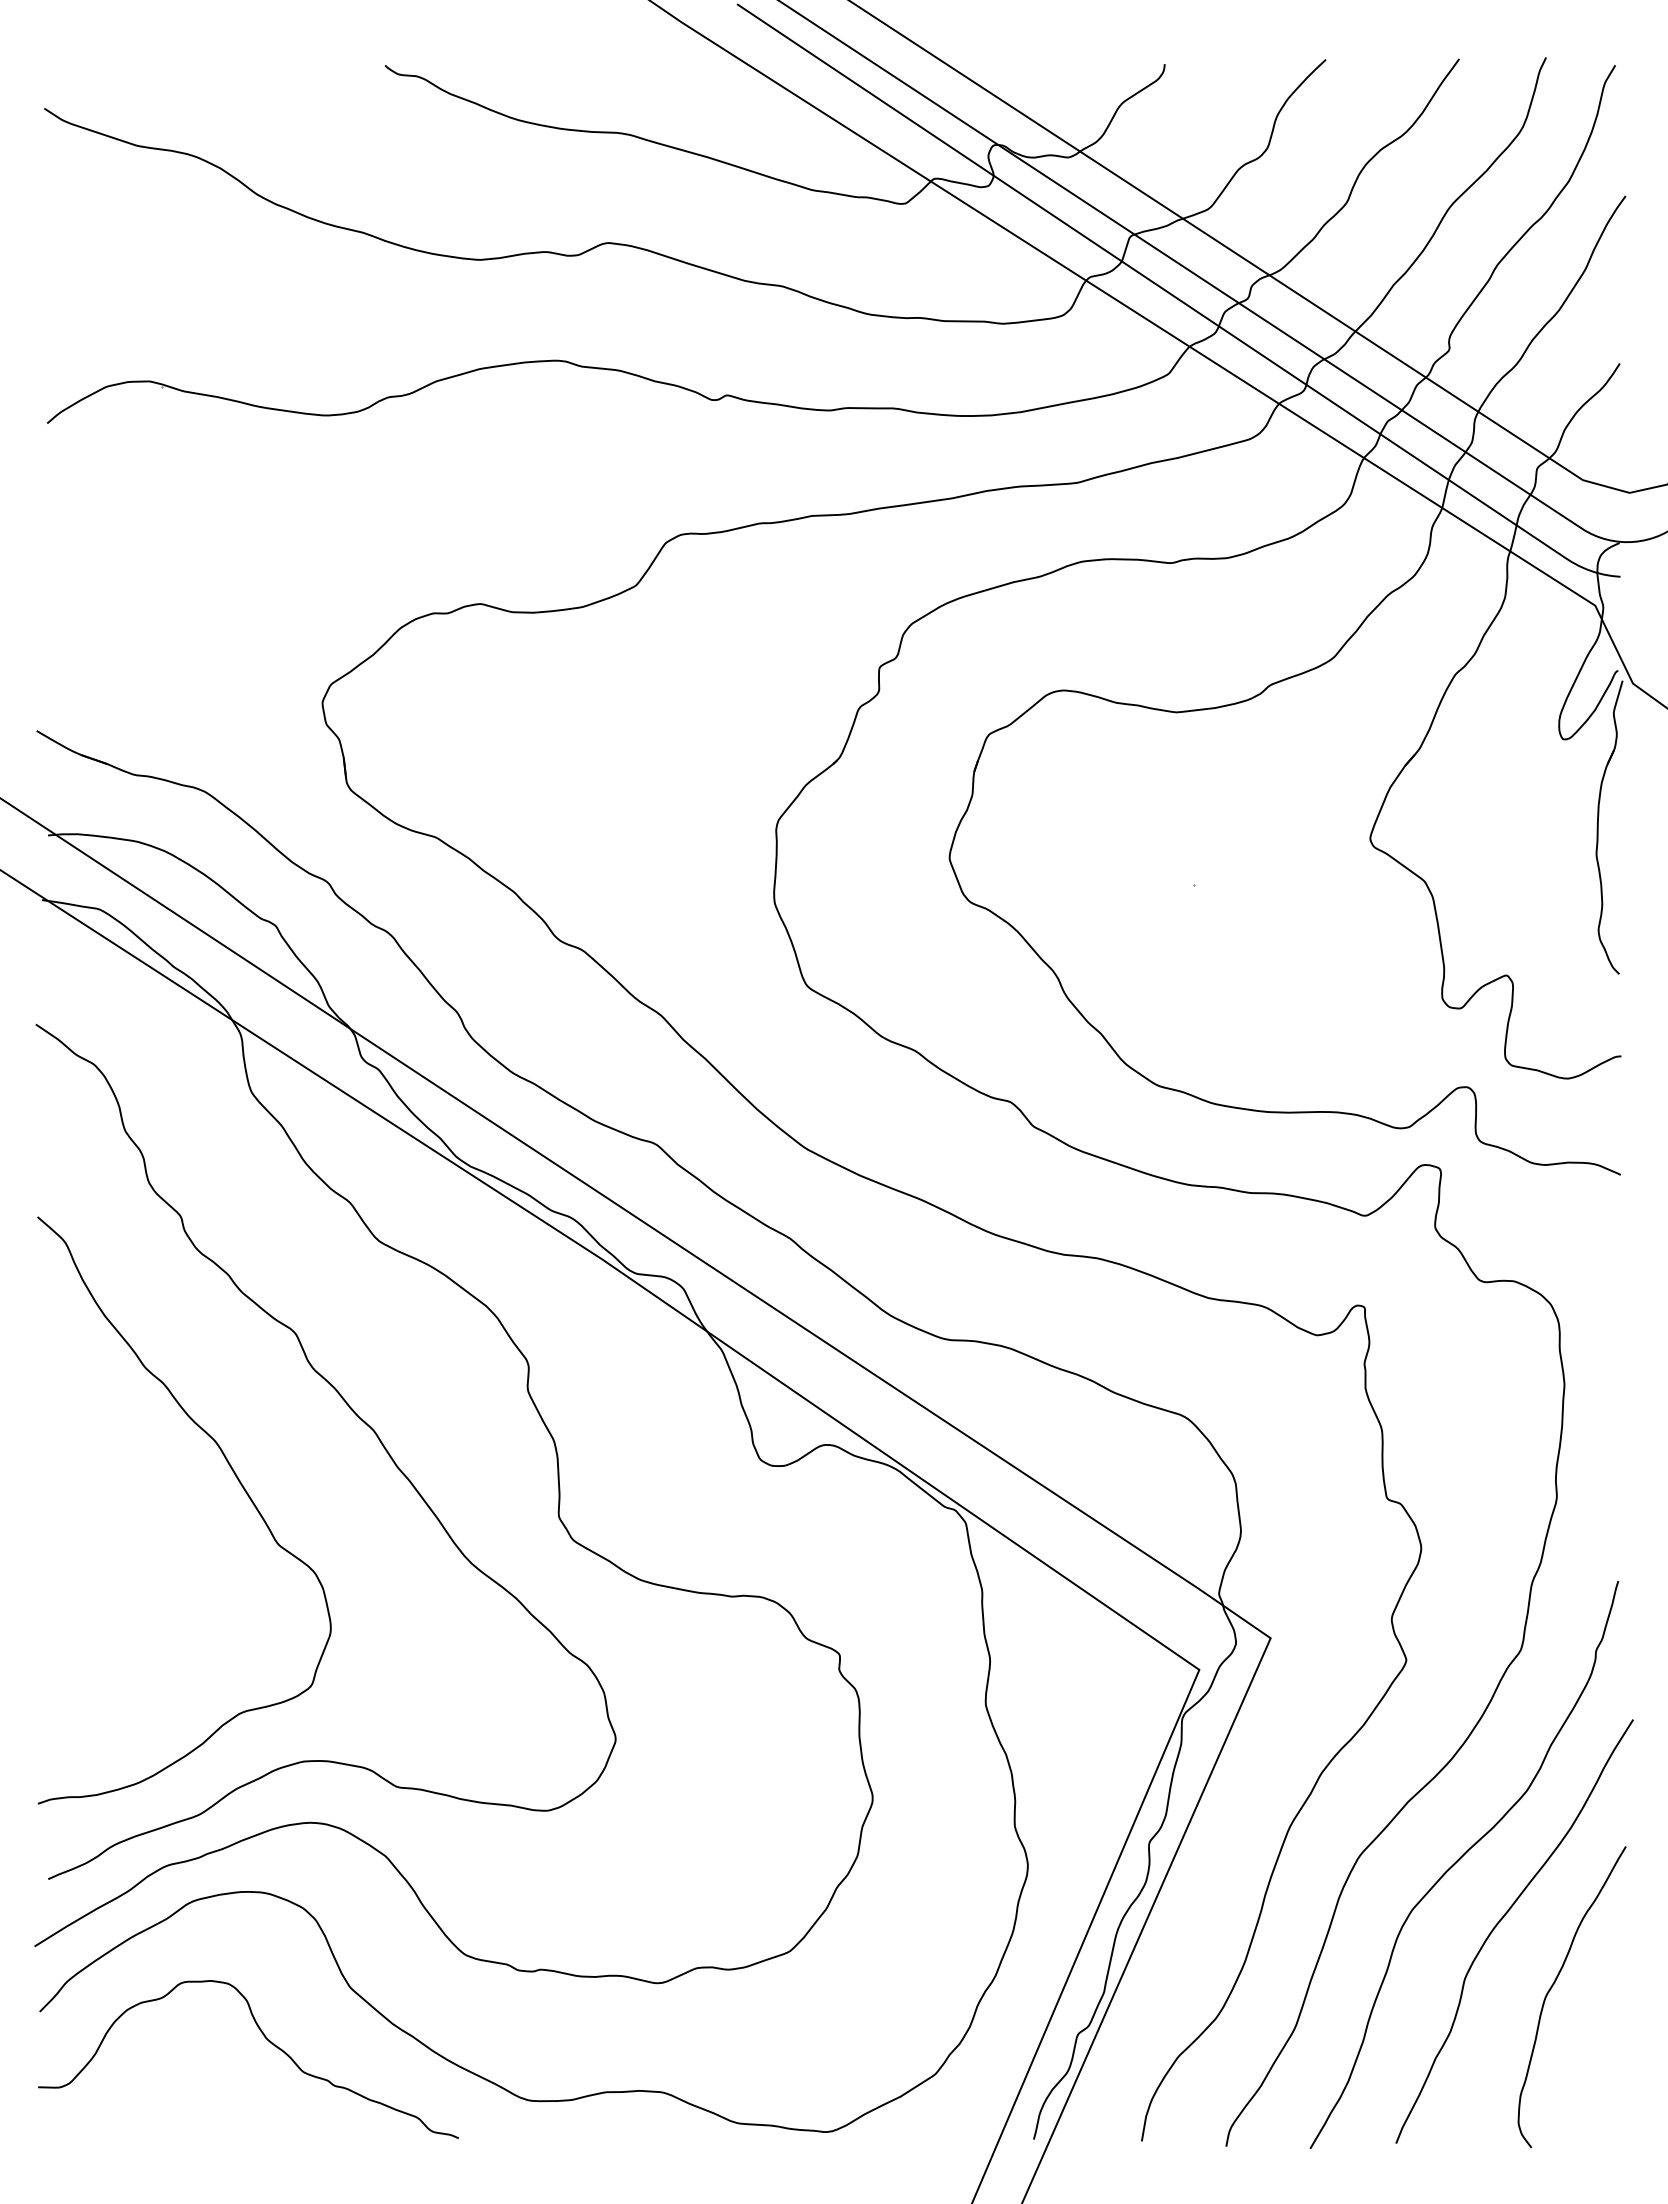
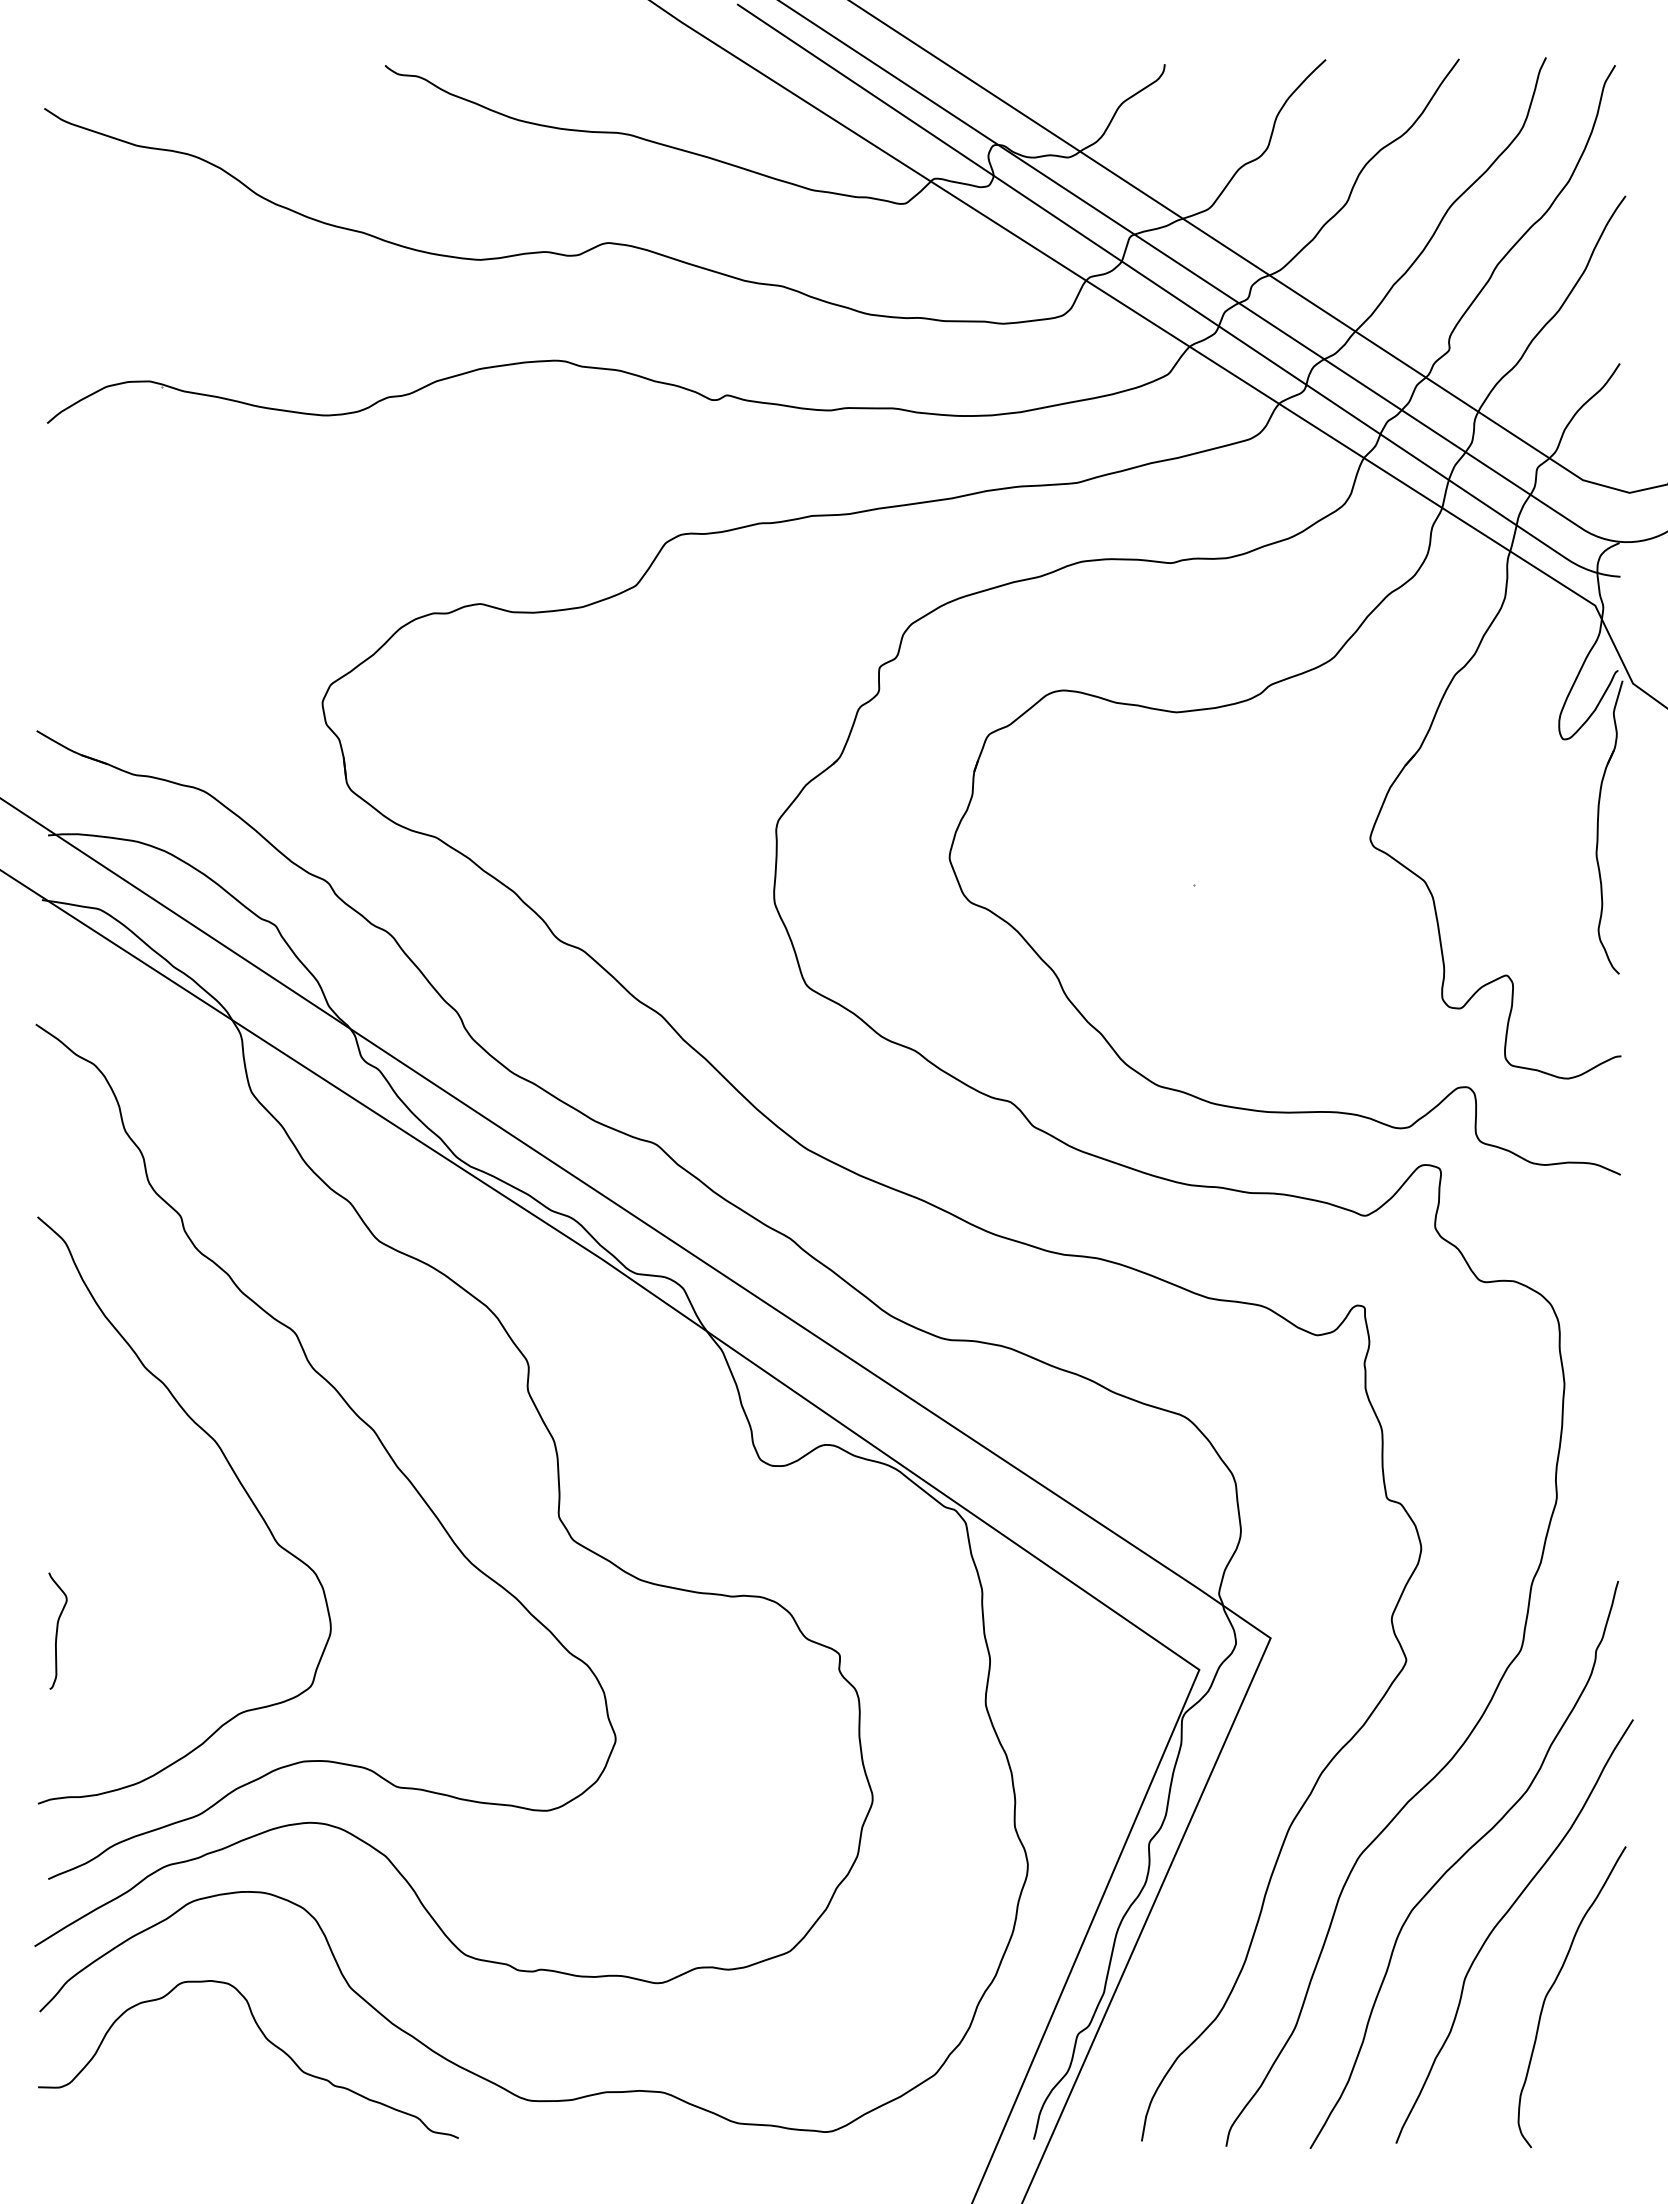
curve at (57, 1630): none -> present
